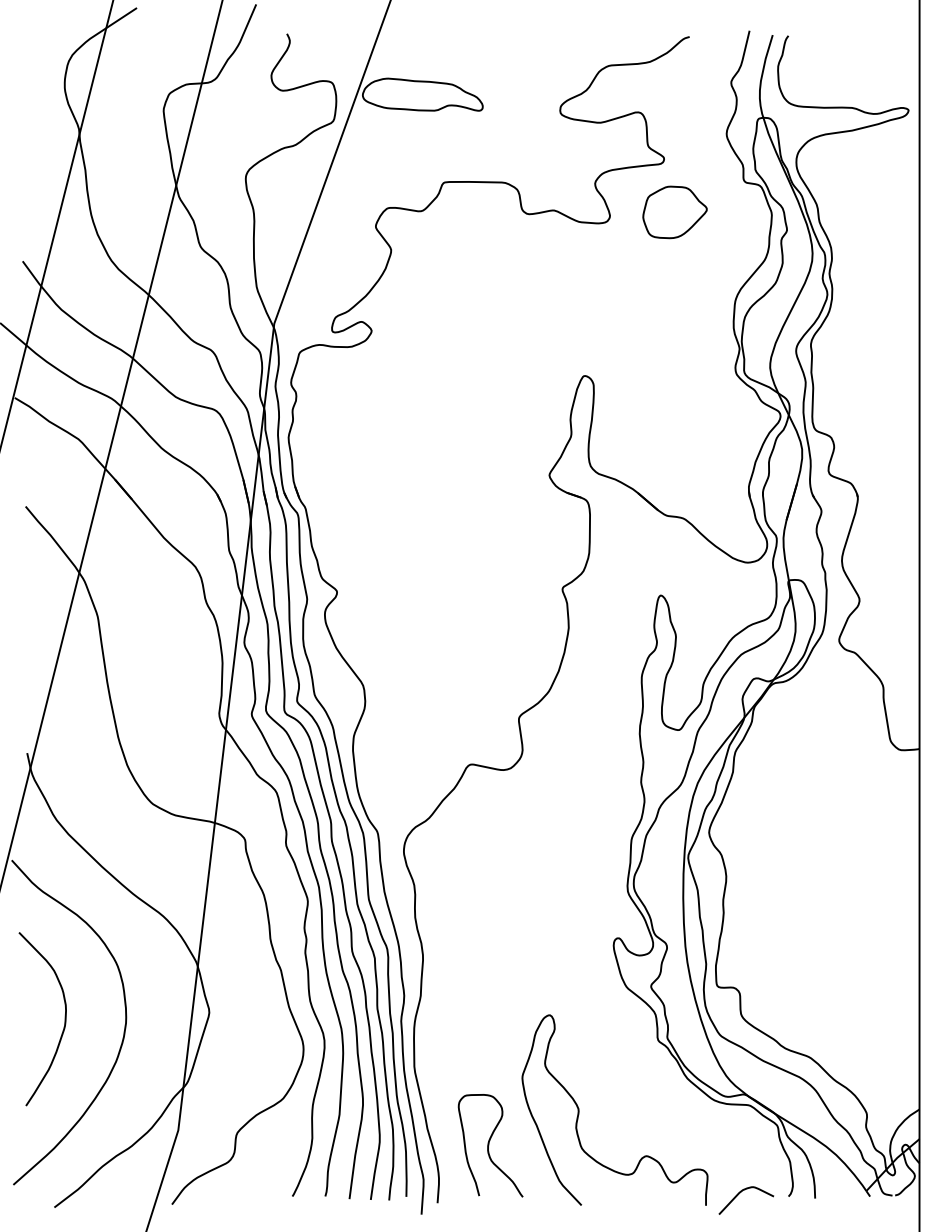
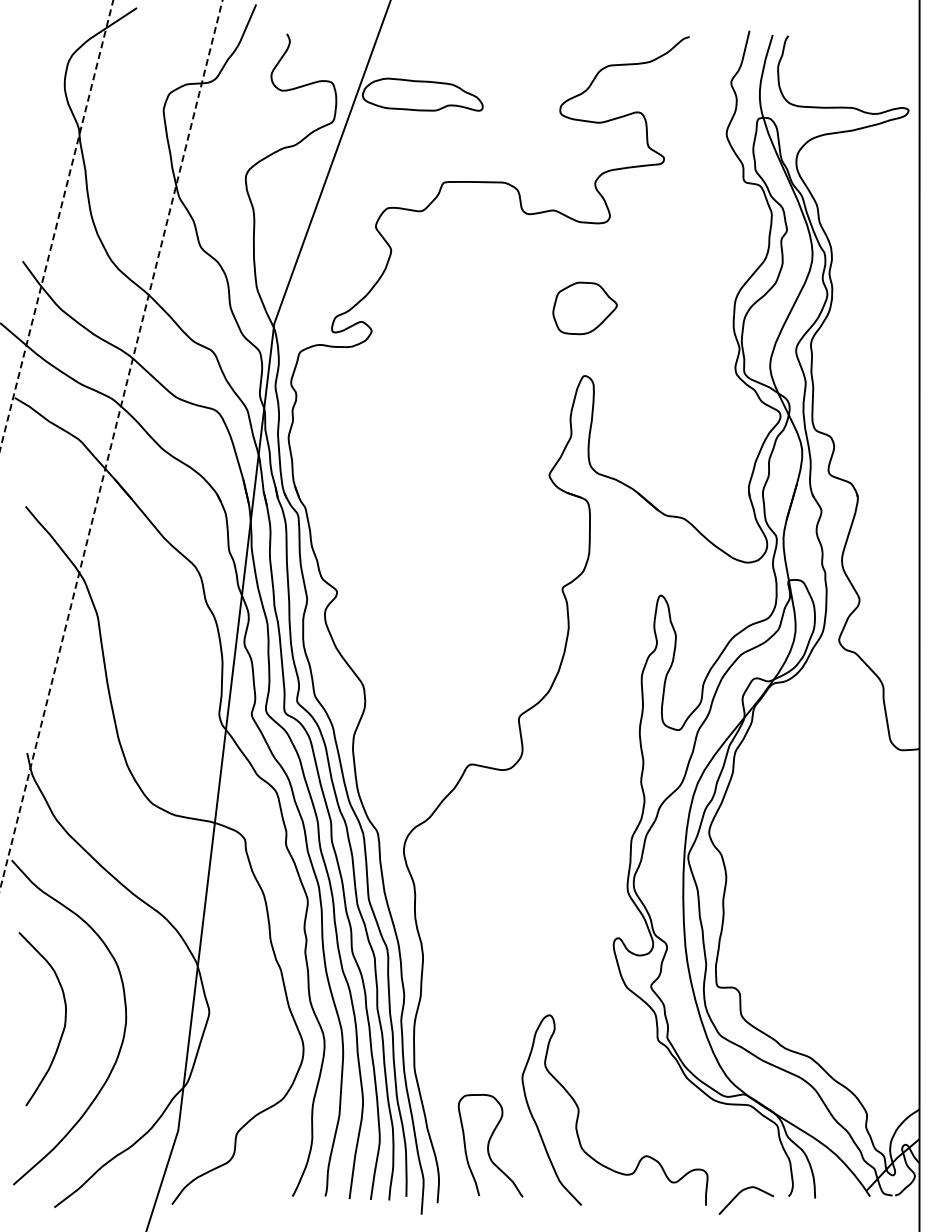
part at (674, 212) position: (674, 212) -> (584, 308)
line at (56, 225): solid -> dashed
line at (111, 444): solid -> dashed
